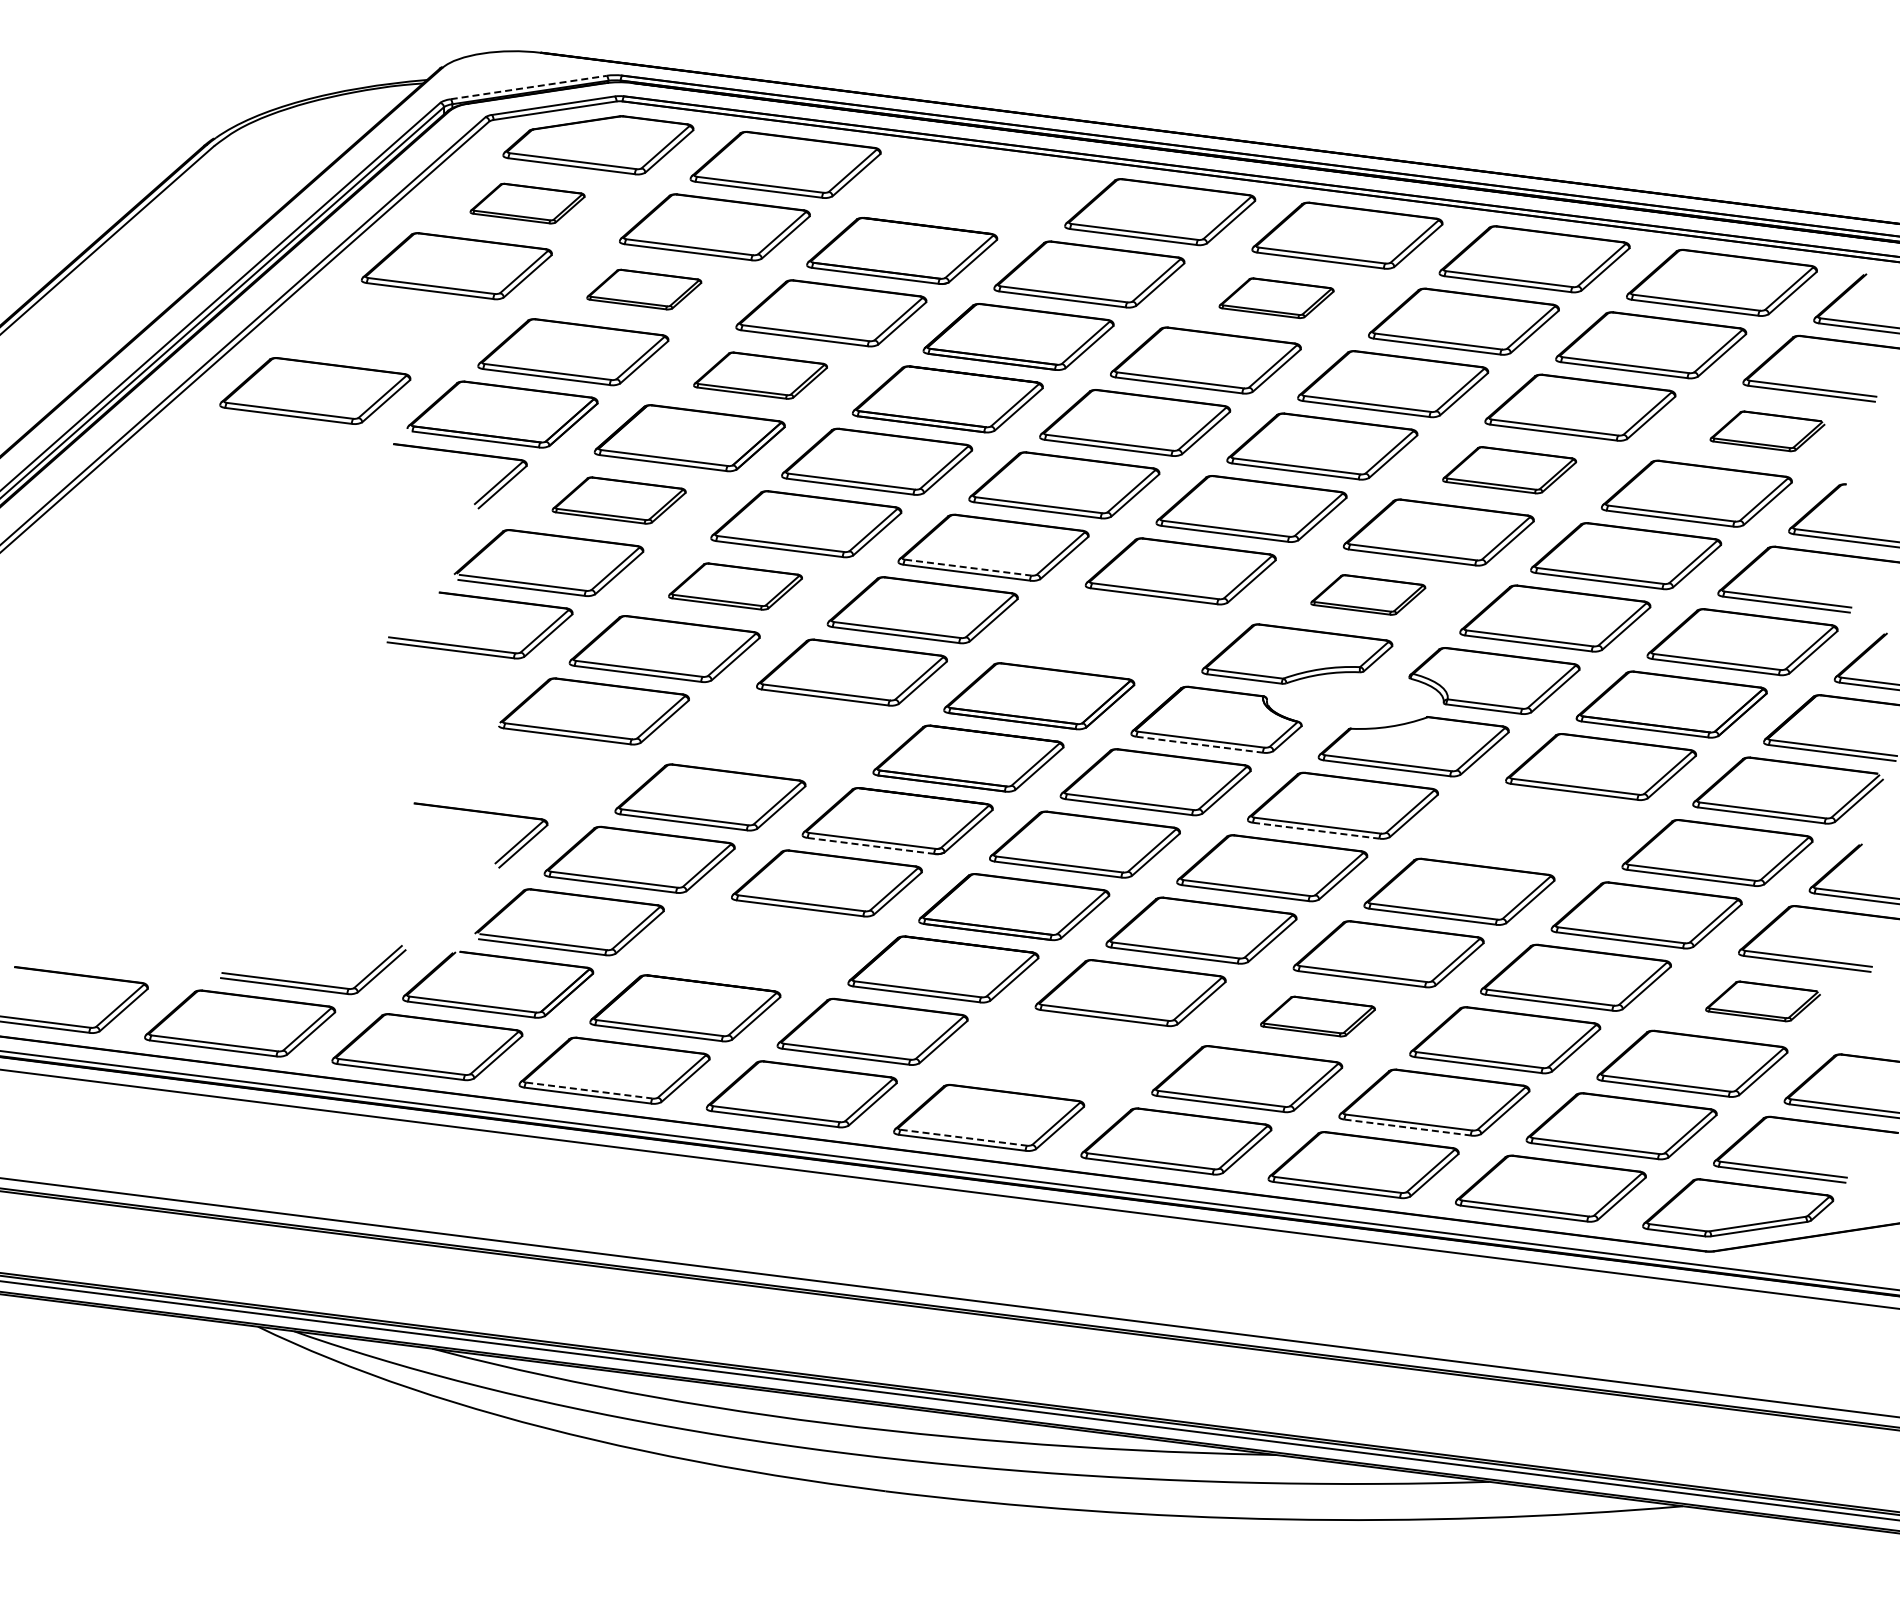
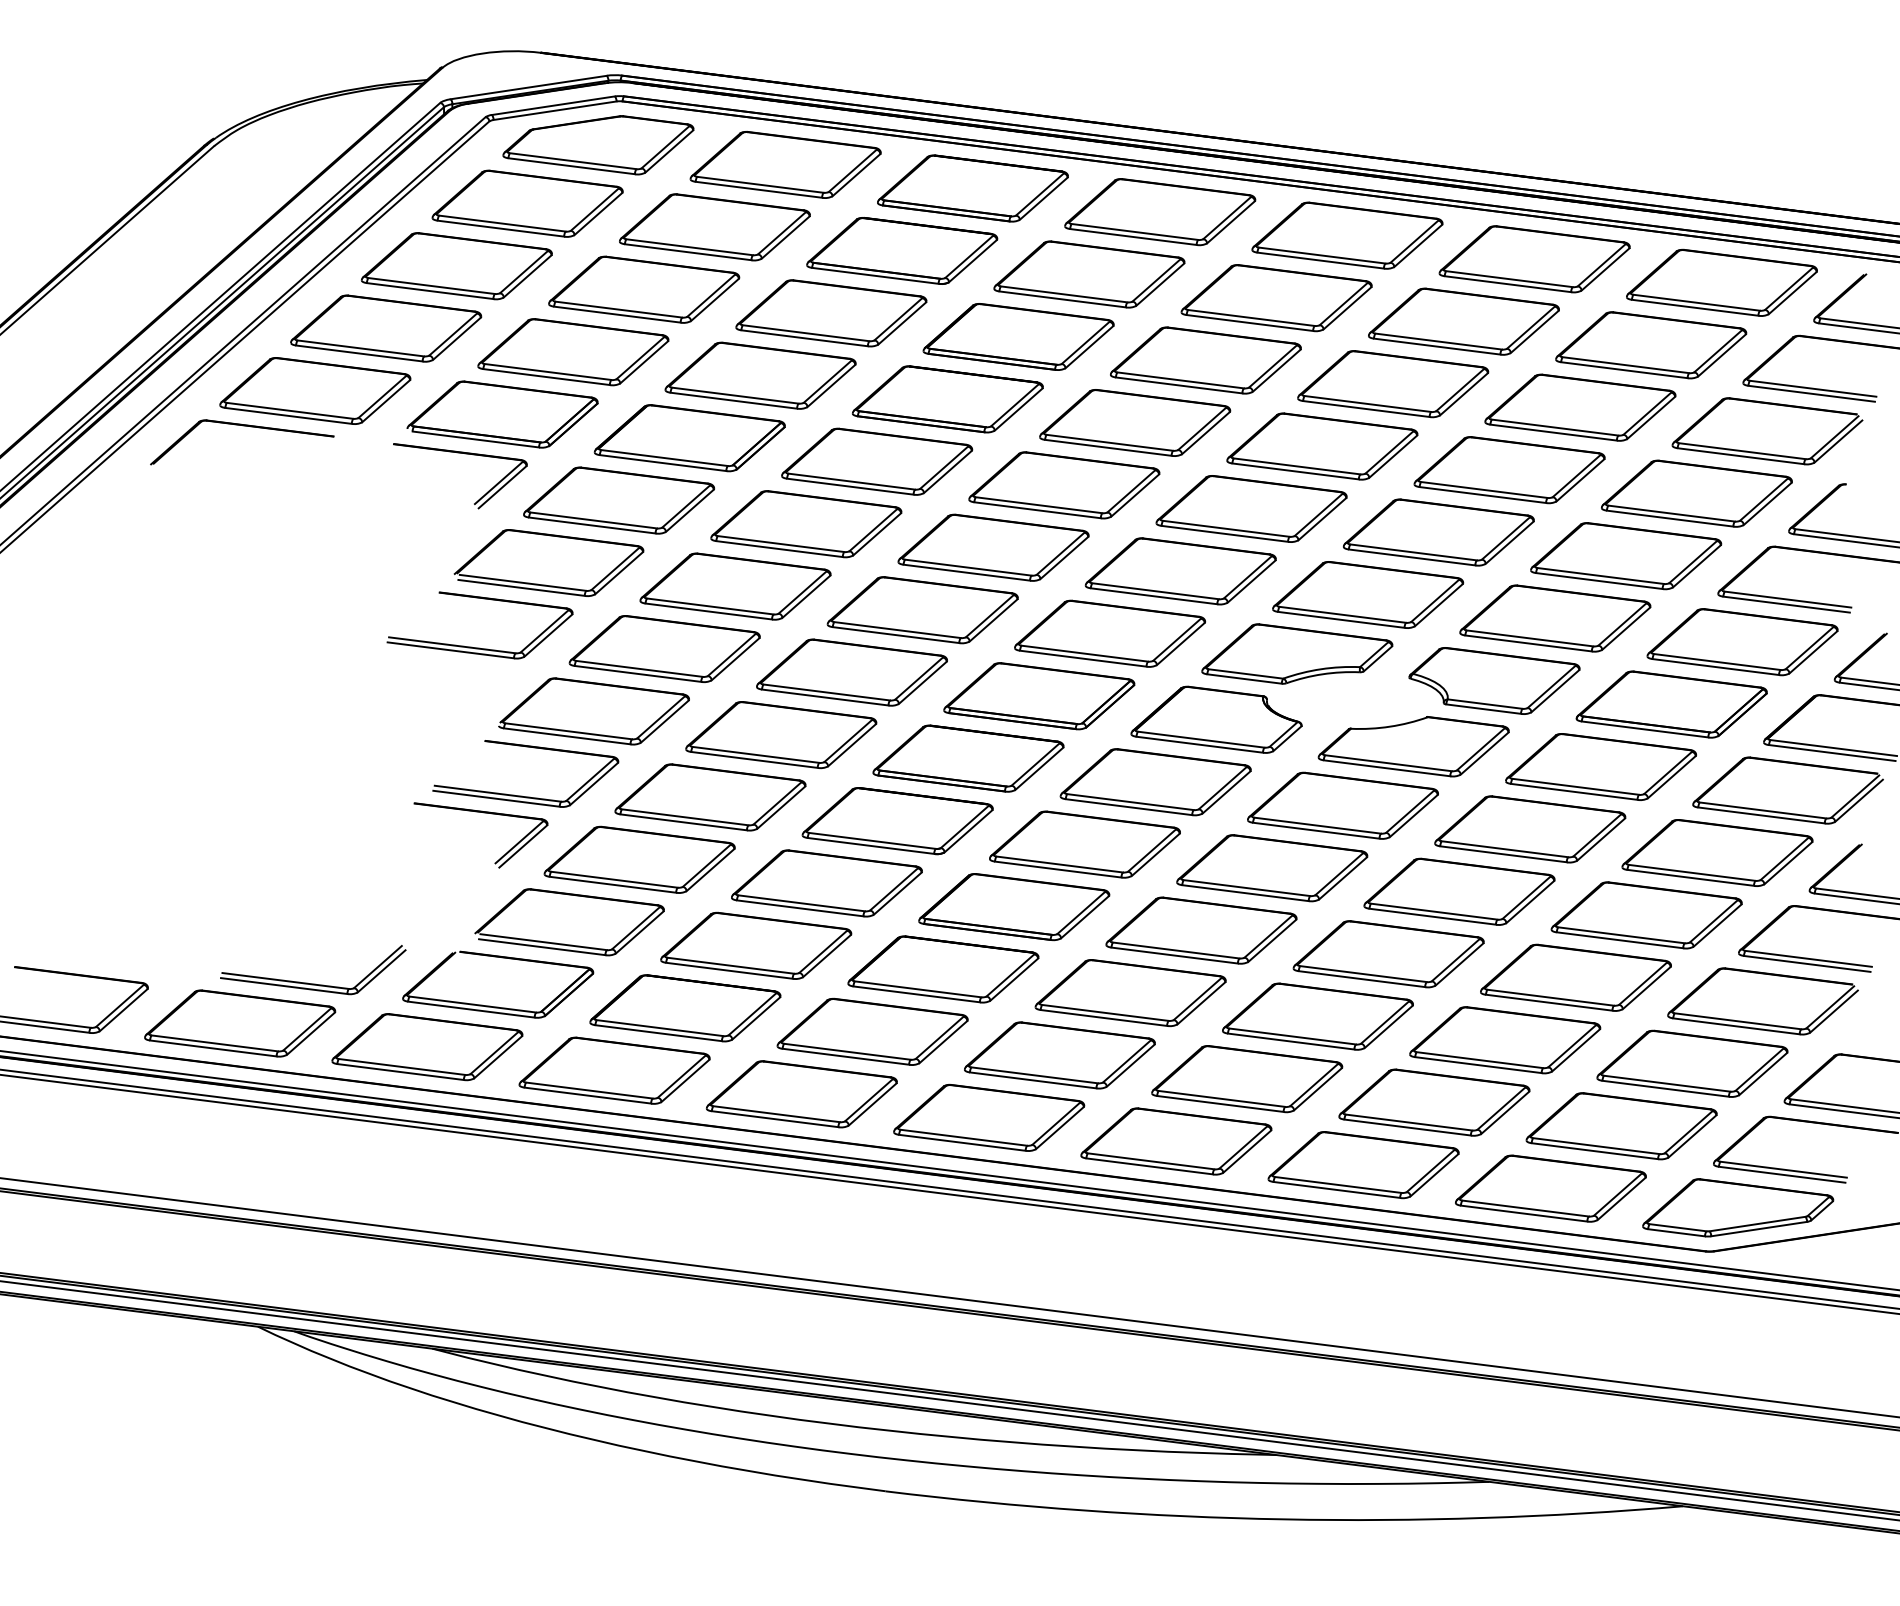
line at (528, 87): dashed -> solid
part at (972, 188): none -> present
part at (527, 203) size: 117x43 px -> 193x69 px
part at (644, 289) size: 117x43 px -> 193x69 px
part at (1276, 297) size: 117x42 px -> 193x69 px
part at (386, 328): none -> present
part at (760, 375) size: 135x49 px -> 193x69 px
part at (242, 426): none -> present
part at (1767, 431) size: 117x43 px -> 193x69 px
part at (1509, 470) size: 136x49 px -> 193x69 px
part at (618, 500) size: 136x49 px -> 193x69 px
line at (968, 567): dashed -> solid
part at (735, 586) size: 135x49 px -> 193x69 px
part at (1368, 594) size: 117x42 px -> 193x68 px
part at (1110, 633): none -> present
part at (781, 735): none -> present
line at (1199, 744): dashed -> solid
part at (522, 795): none -> present
part at (1530, 829): none -> present
line at (1316, 830): dashed -> solid
line at (871, 845): dashed -> solid
part at (756, 945): none -> present
part at (1762, 1001) size: 116x43 px -> 192x69 px
part at (1317, 1016) size: 116x43 px -> 192x69 px
part at (1059, 1055): none -> present
line at (589, 1090): dashed -> solid
line at (1407, 1127): dashed -> solid
line at (963, 1137): dashed -> solid
line at (949, 1194): none -> present
